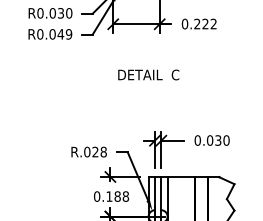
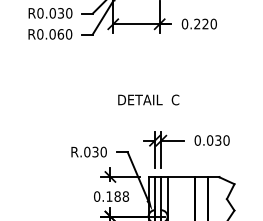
text at (213, 23): 0.222 -> 0.220
text at (64, 34): R0.049 -> R0.060
text at (148, 74) position: (148, 74) -> (148, 99)
text at (99, 152): R.028 -> R.030
